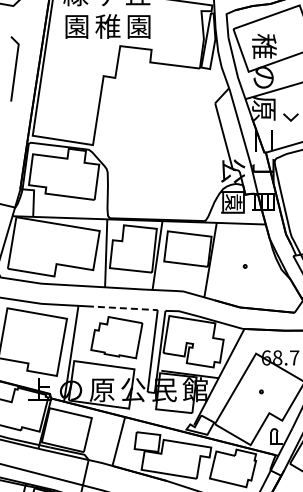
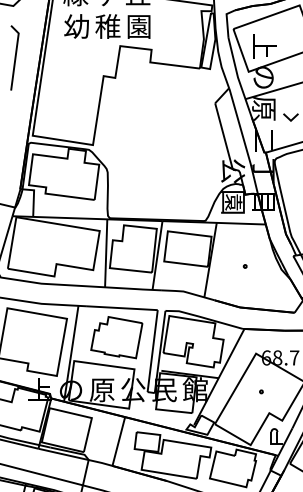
text at (76, 26): 園 -> 幼
text at (264, 46): 稚 -> 上
line at (14, 68) position: (14, 68) -> (14, 57)
line at (122, 308): dashed -> solid
